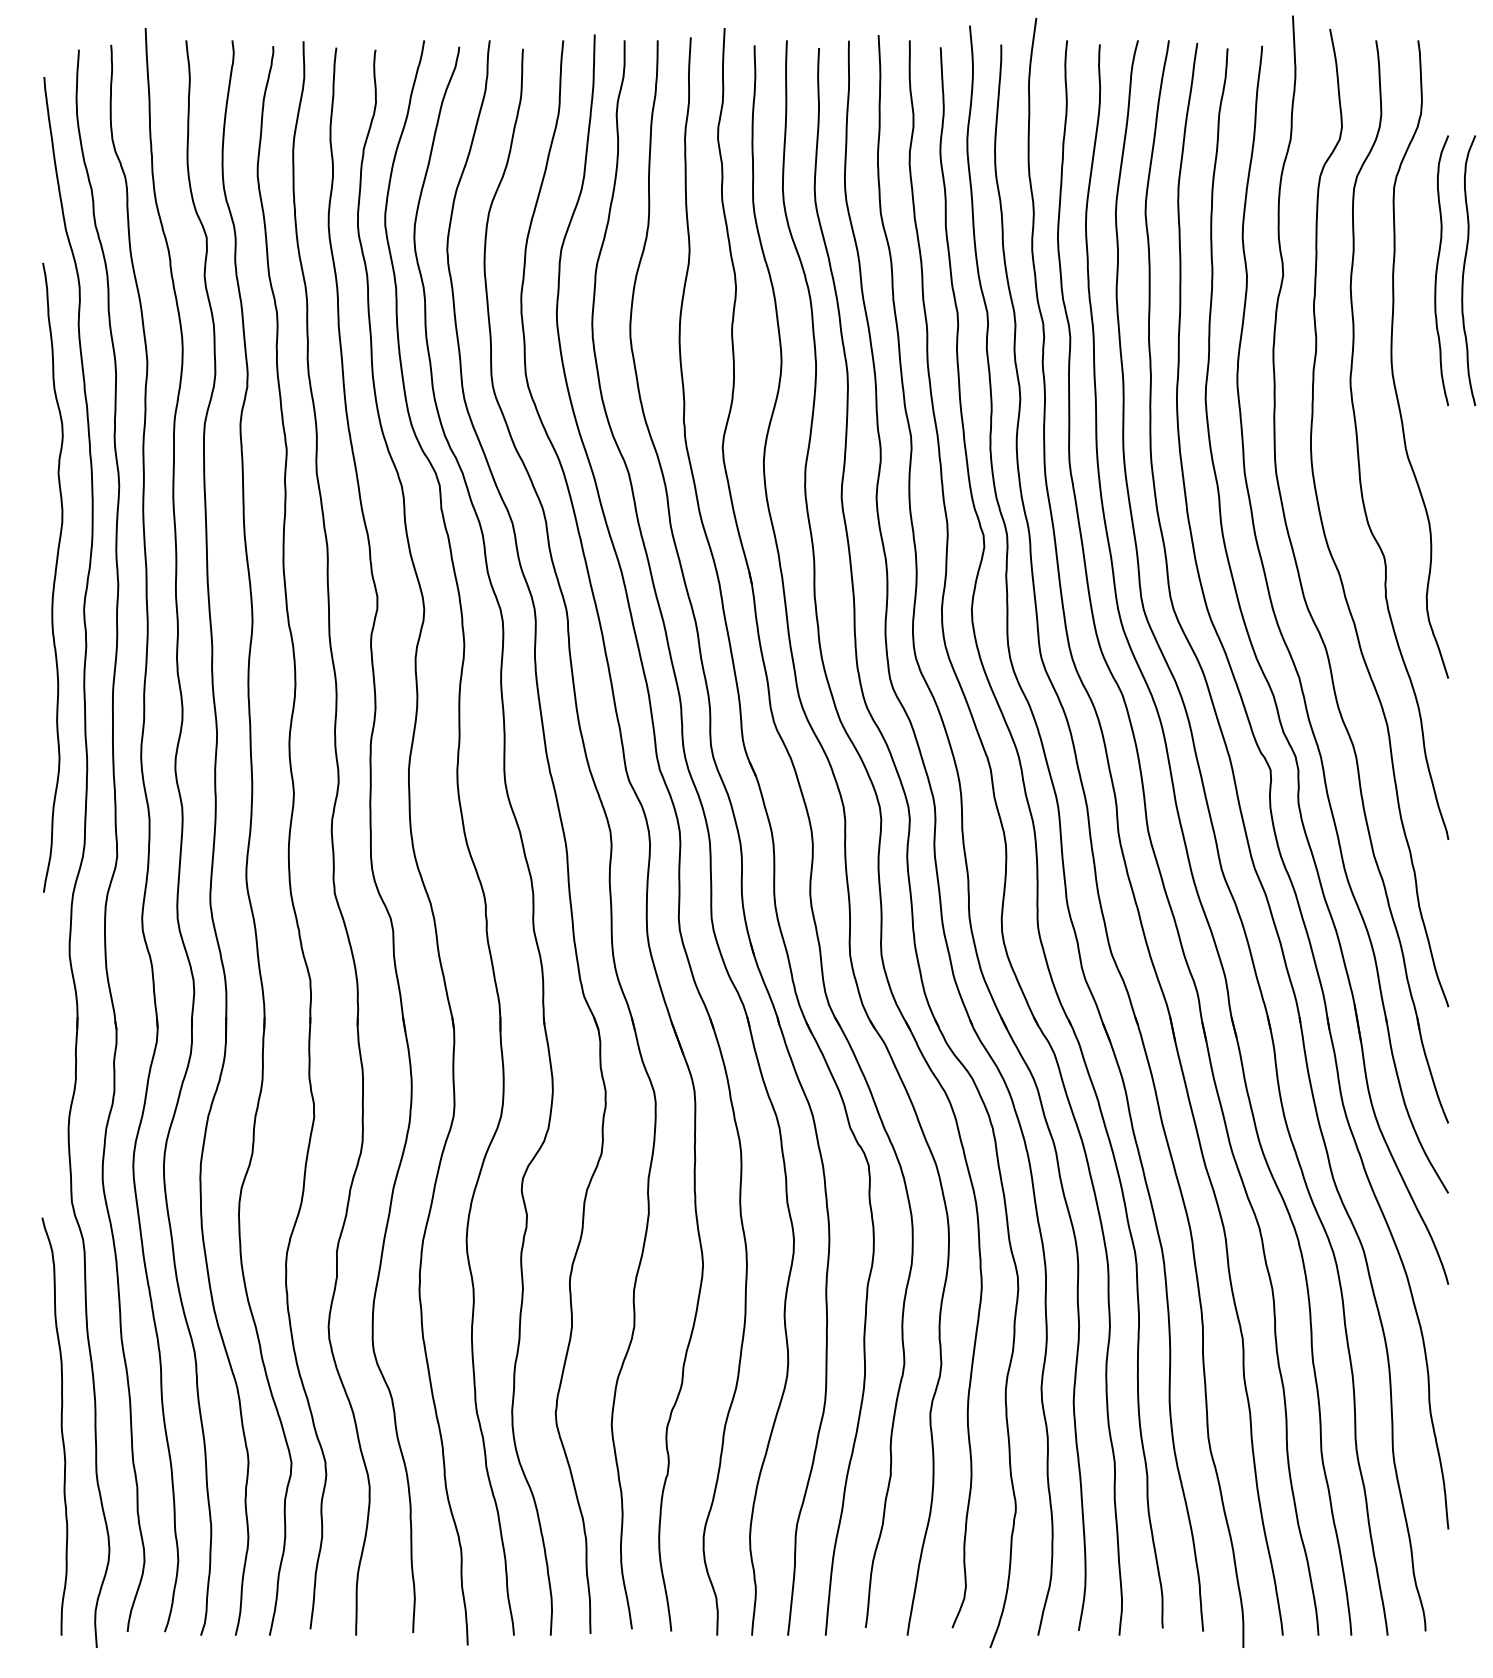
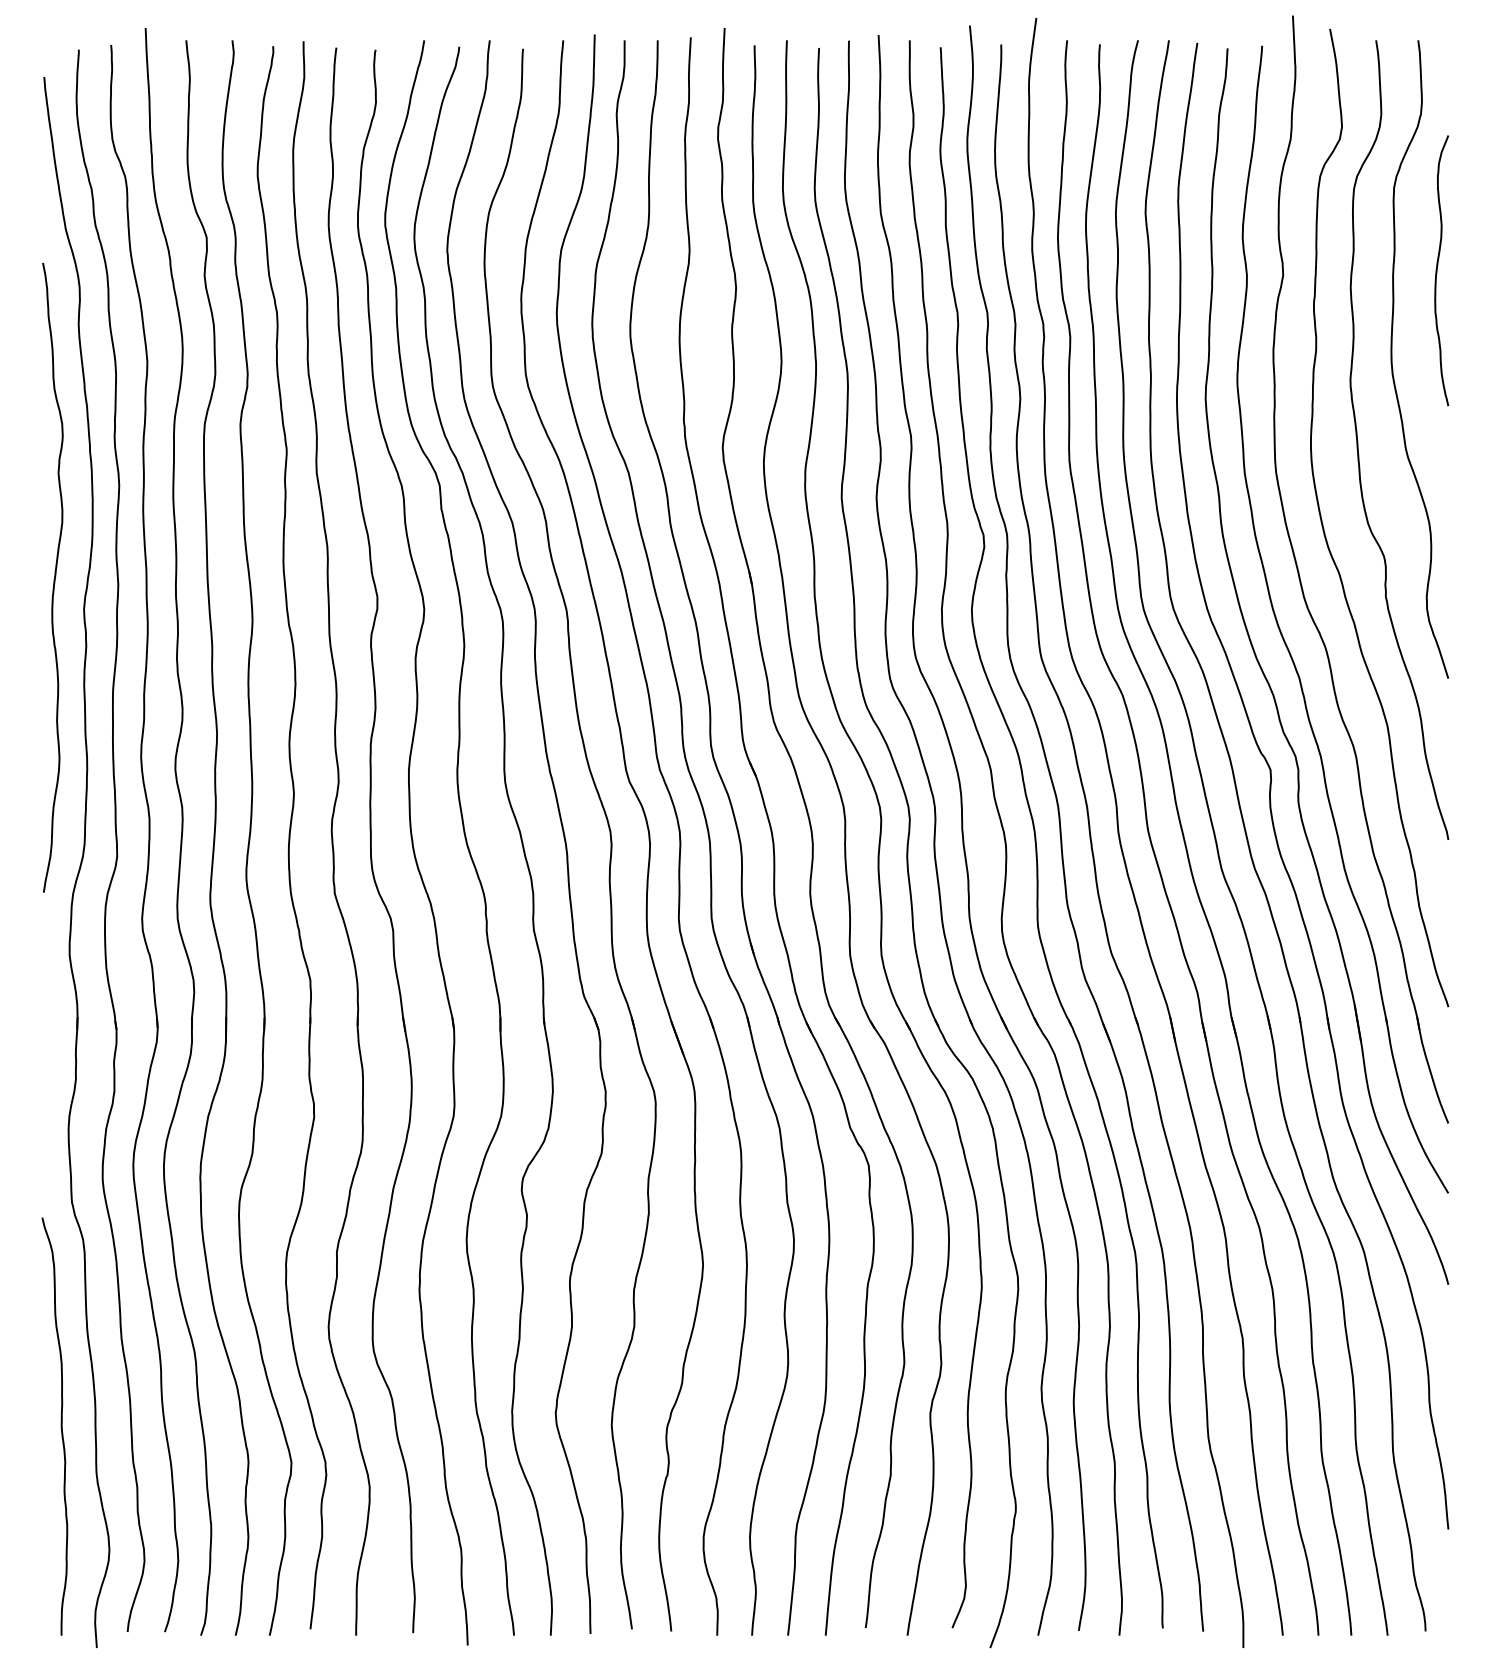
curve at (1464, 270): present -> none
